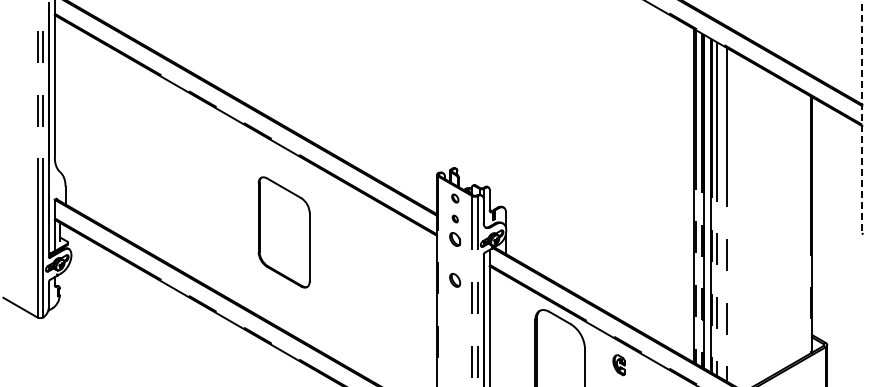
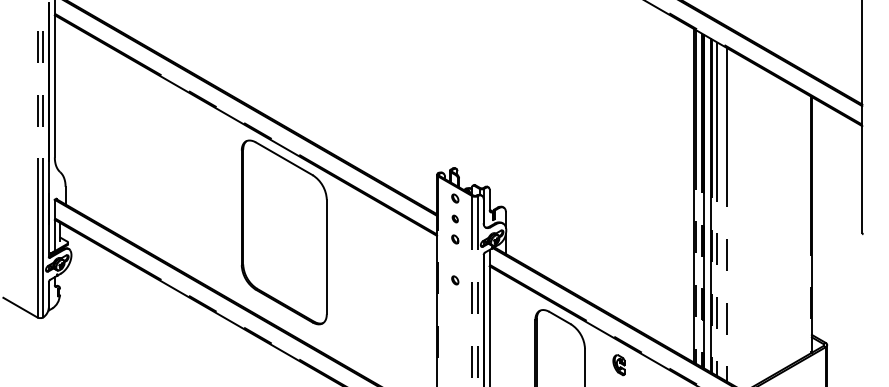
line at (862, 117): dashed -> solid
part at (283, 232) size: 54x113 px -> 88x187 px
part at (455, 239) size: 13x15 px -> 9x11 px
part at (455, 279) size: 13x16 px -> 9x11 px
